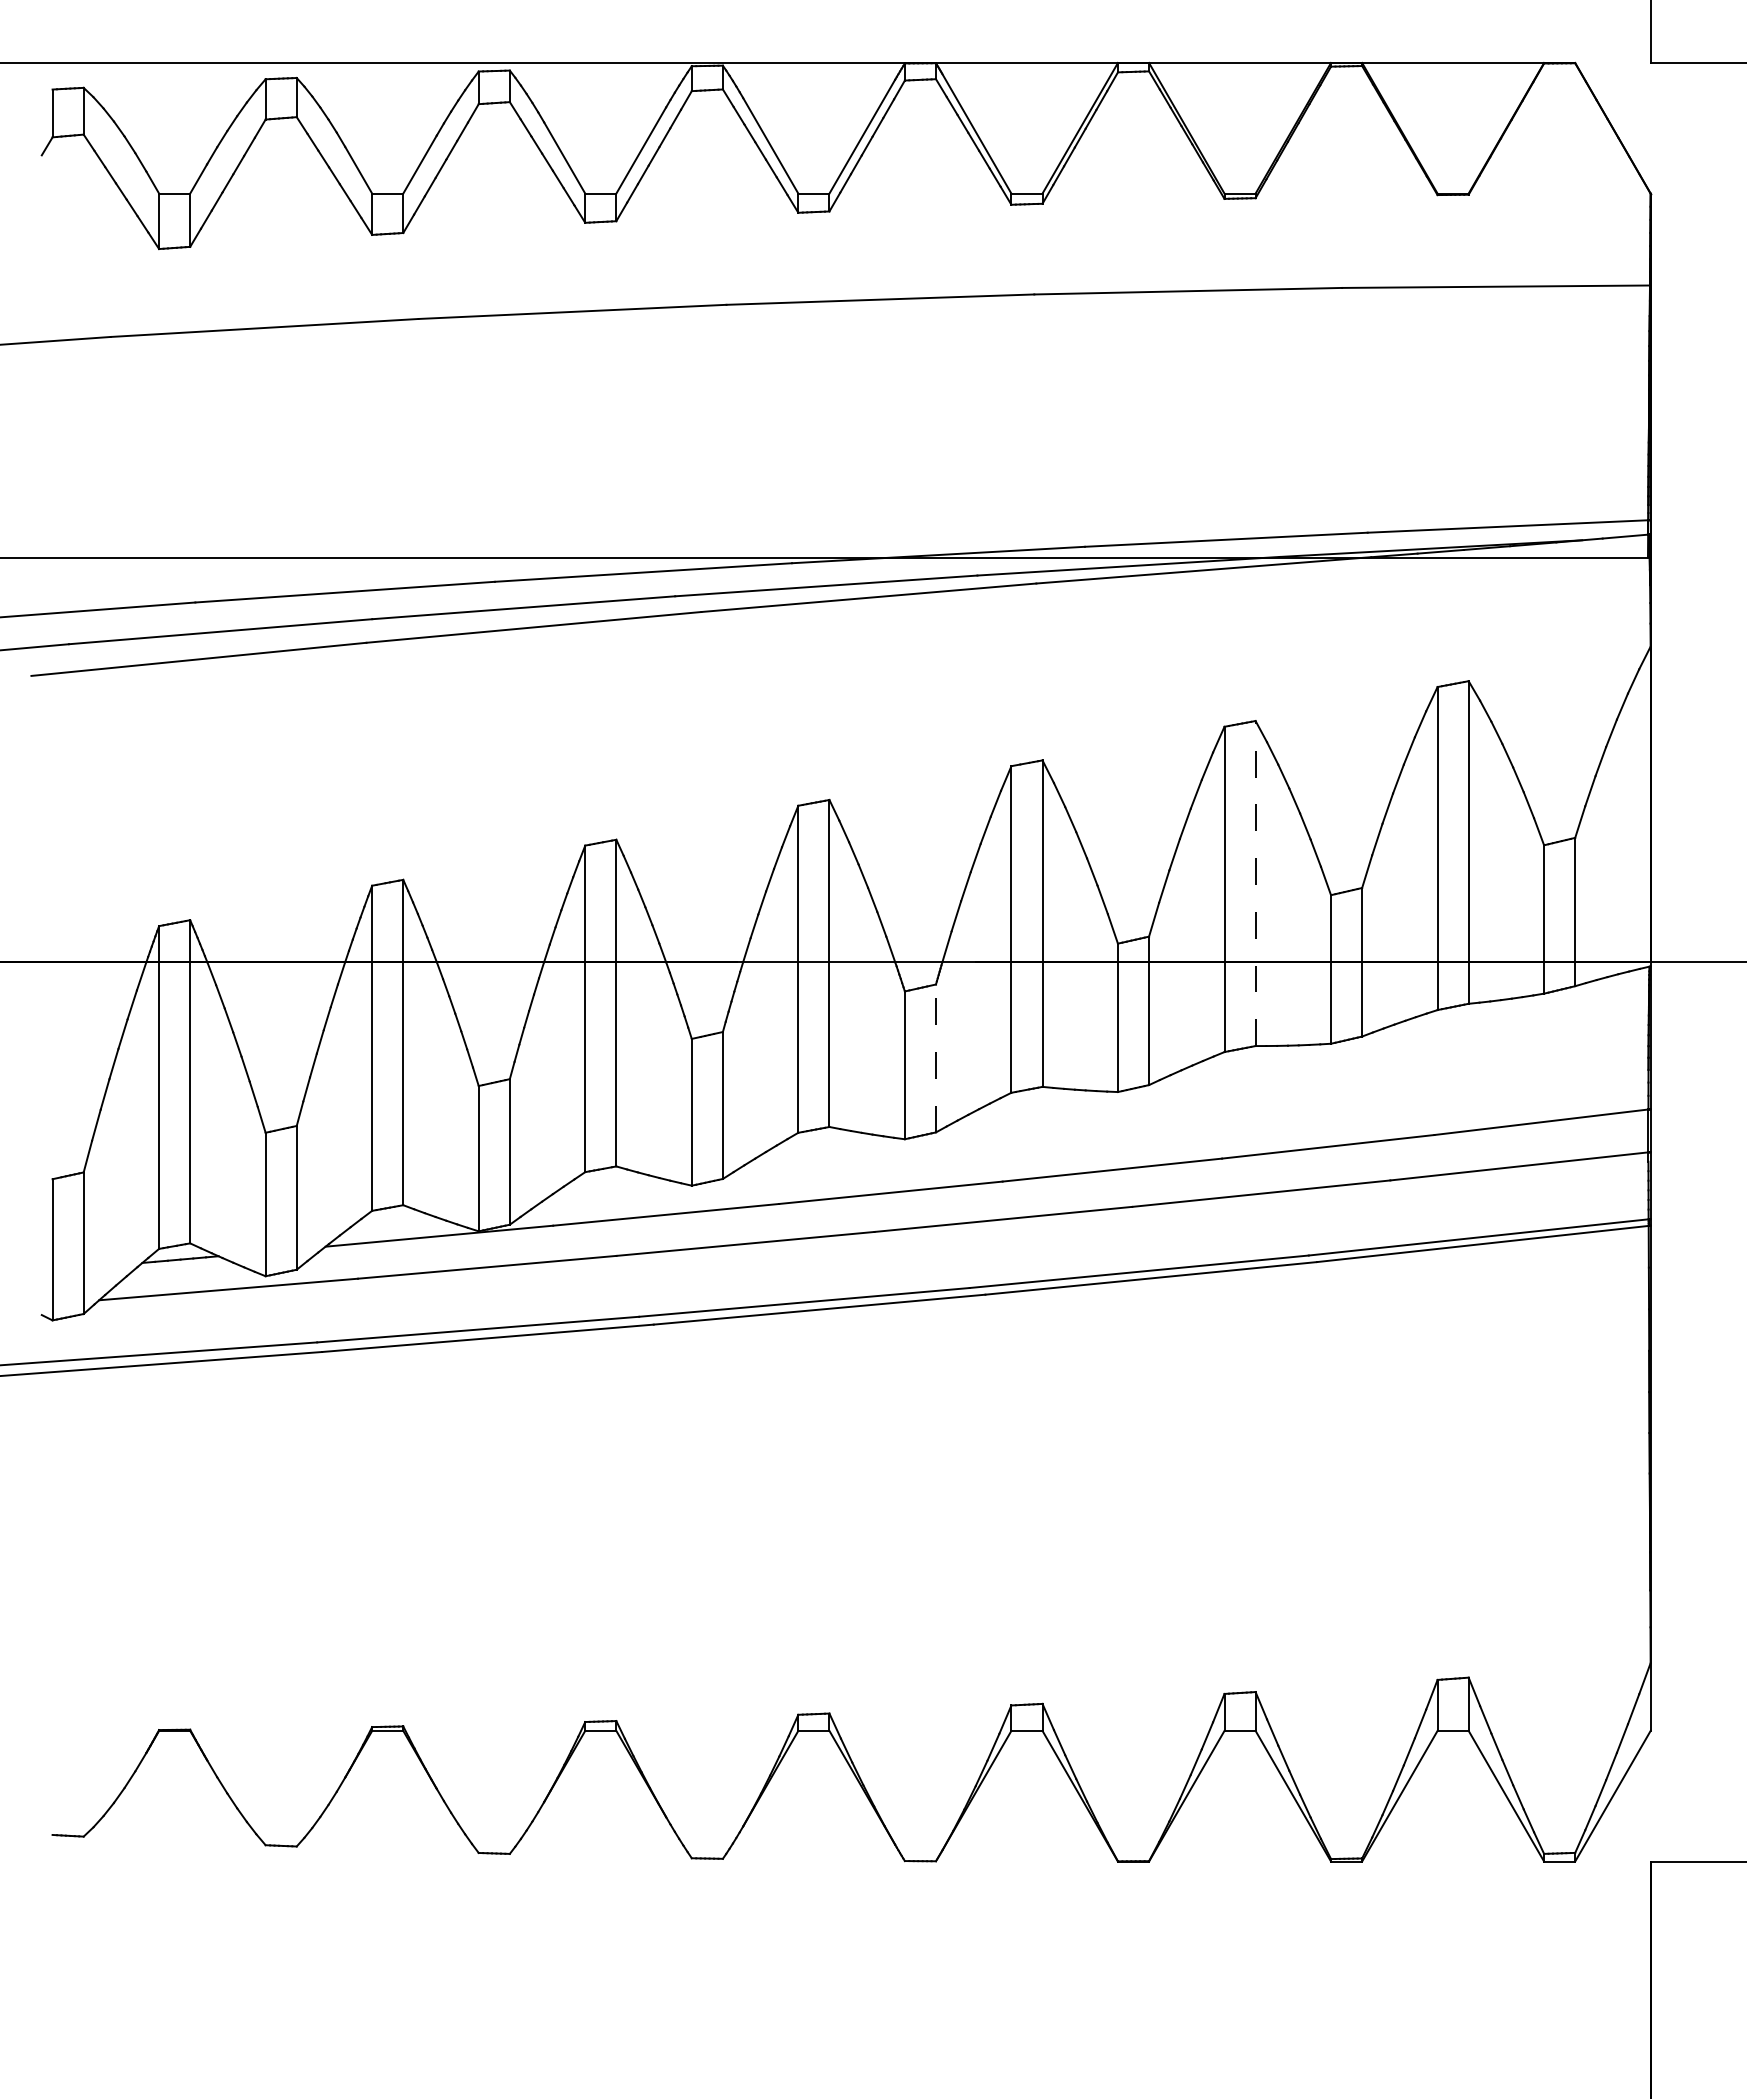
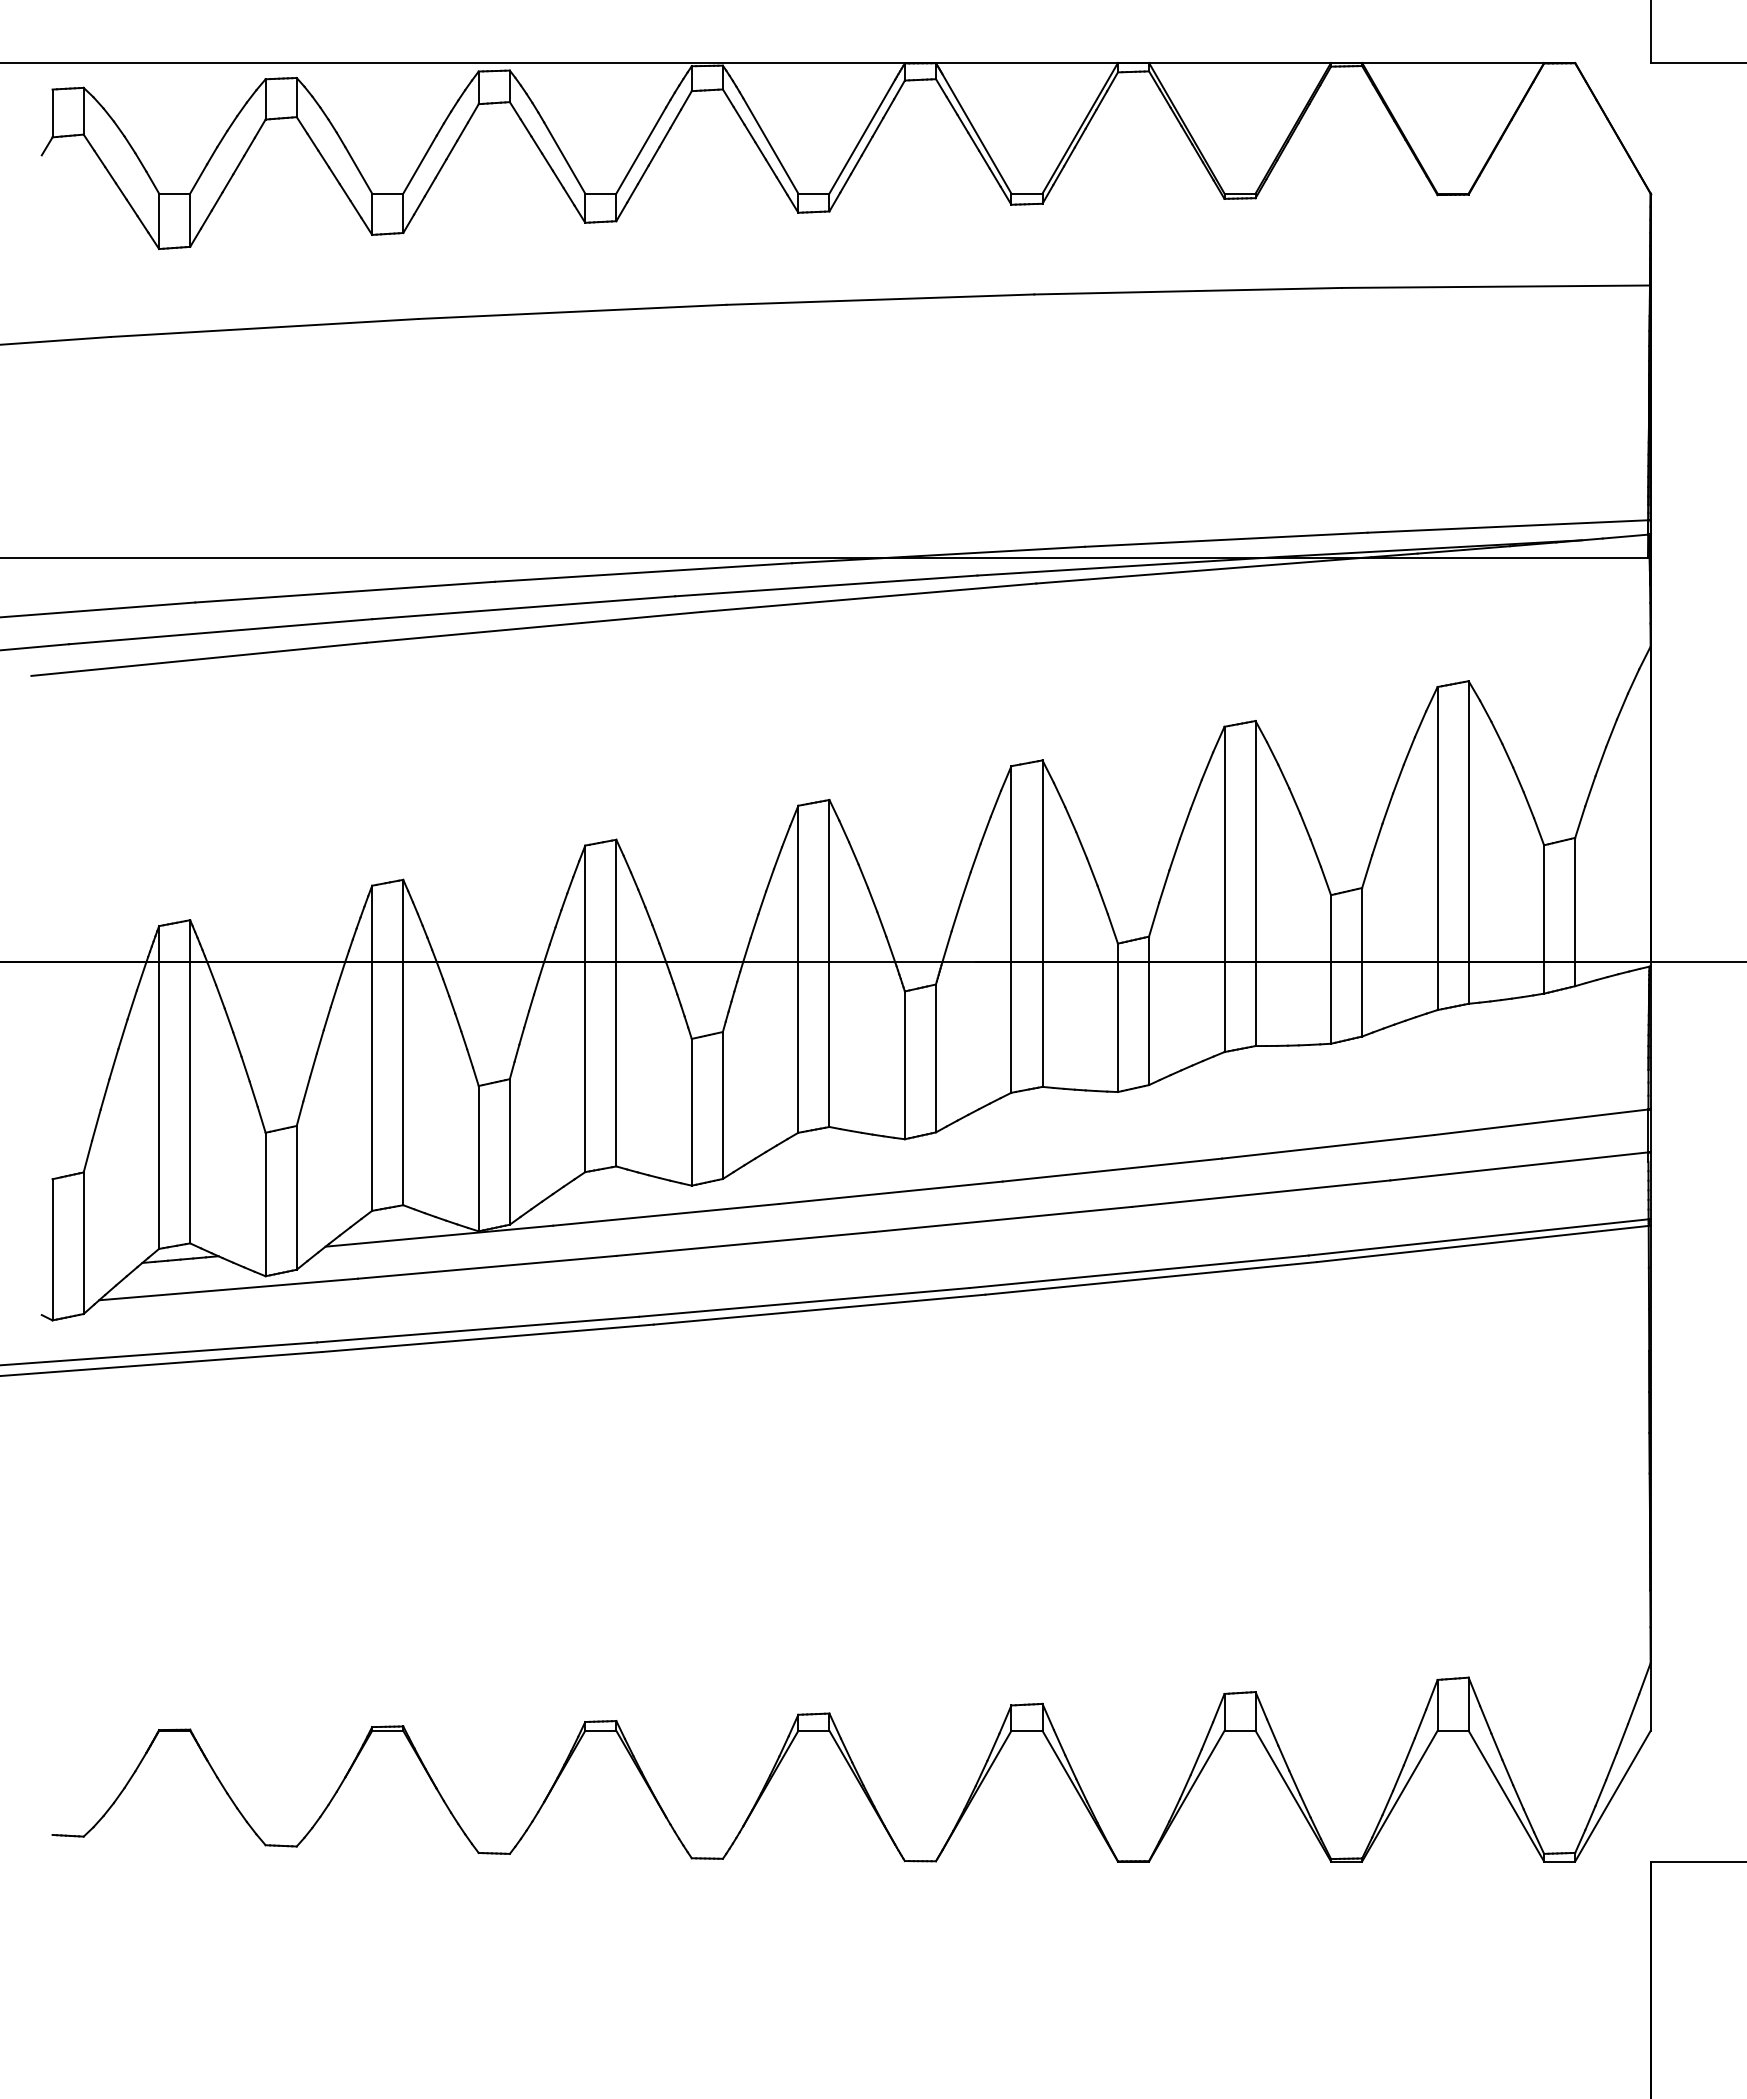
line at (1255, 883): dashed -> solid
line at (936, 1058): dashed -> solid
